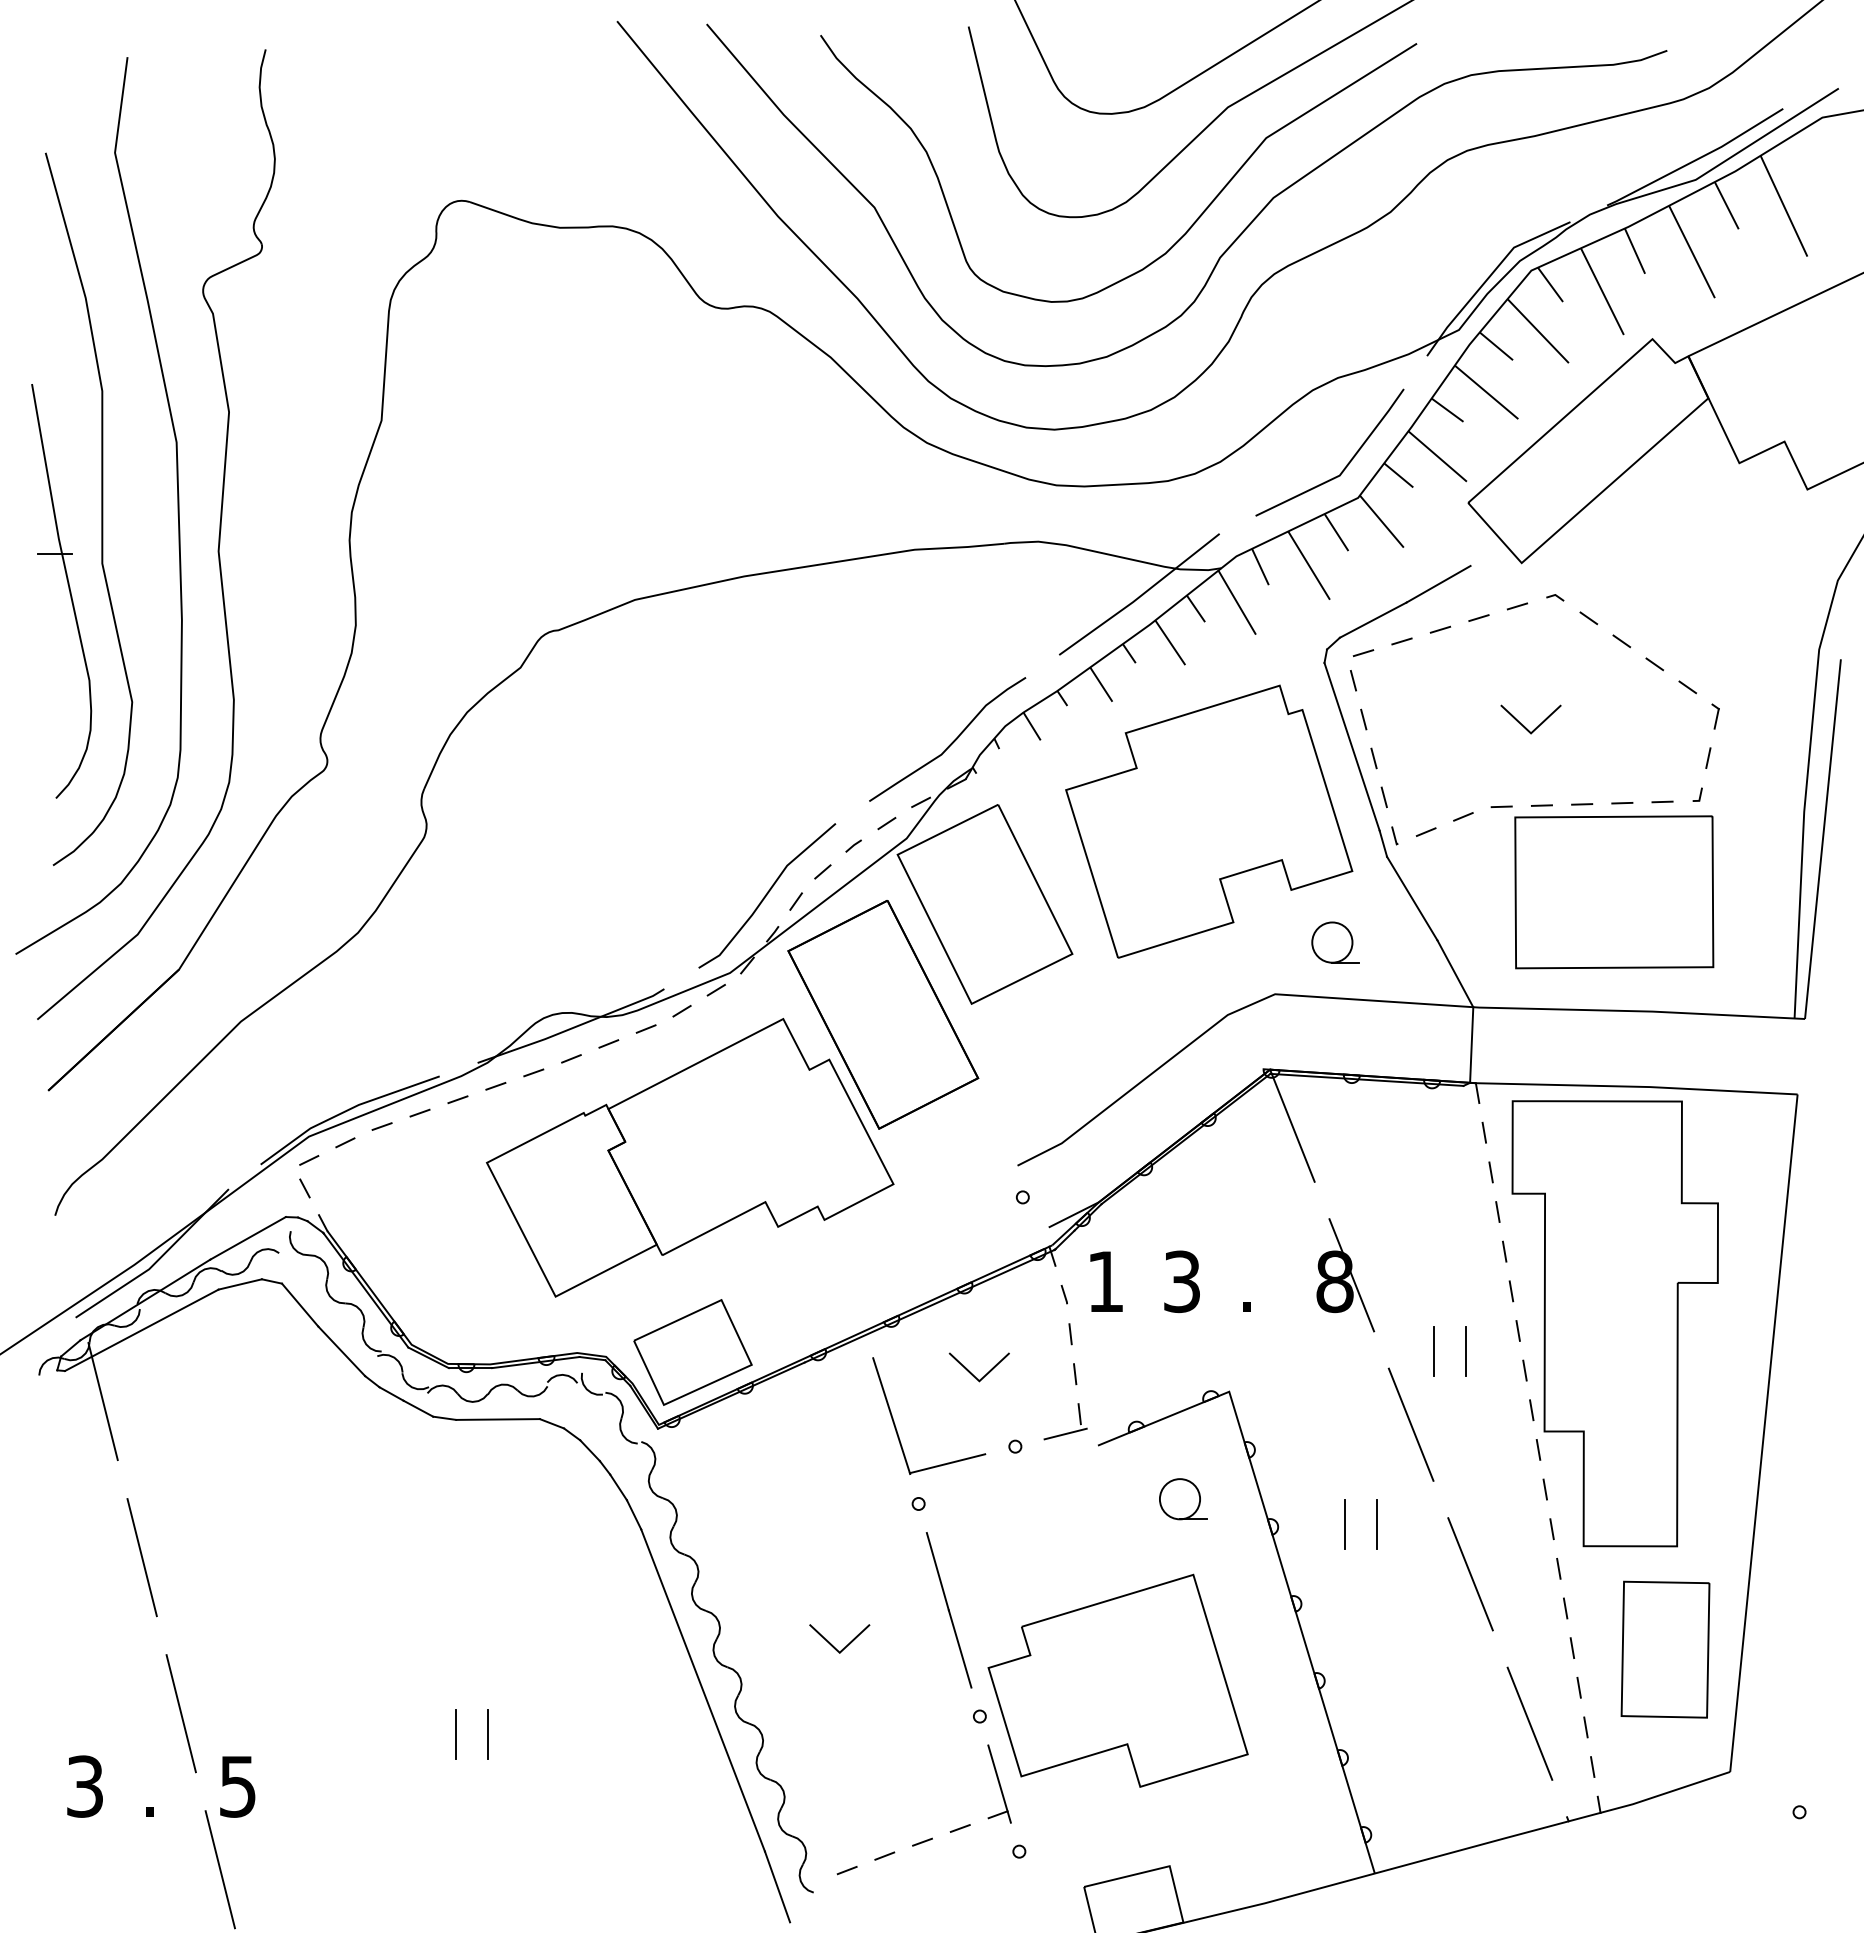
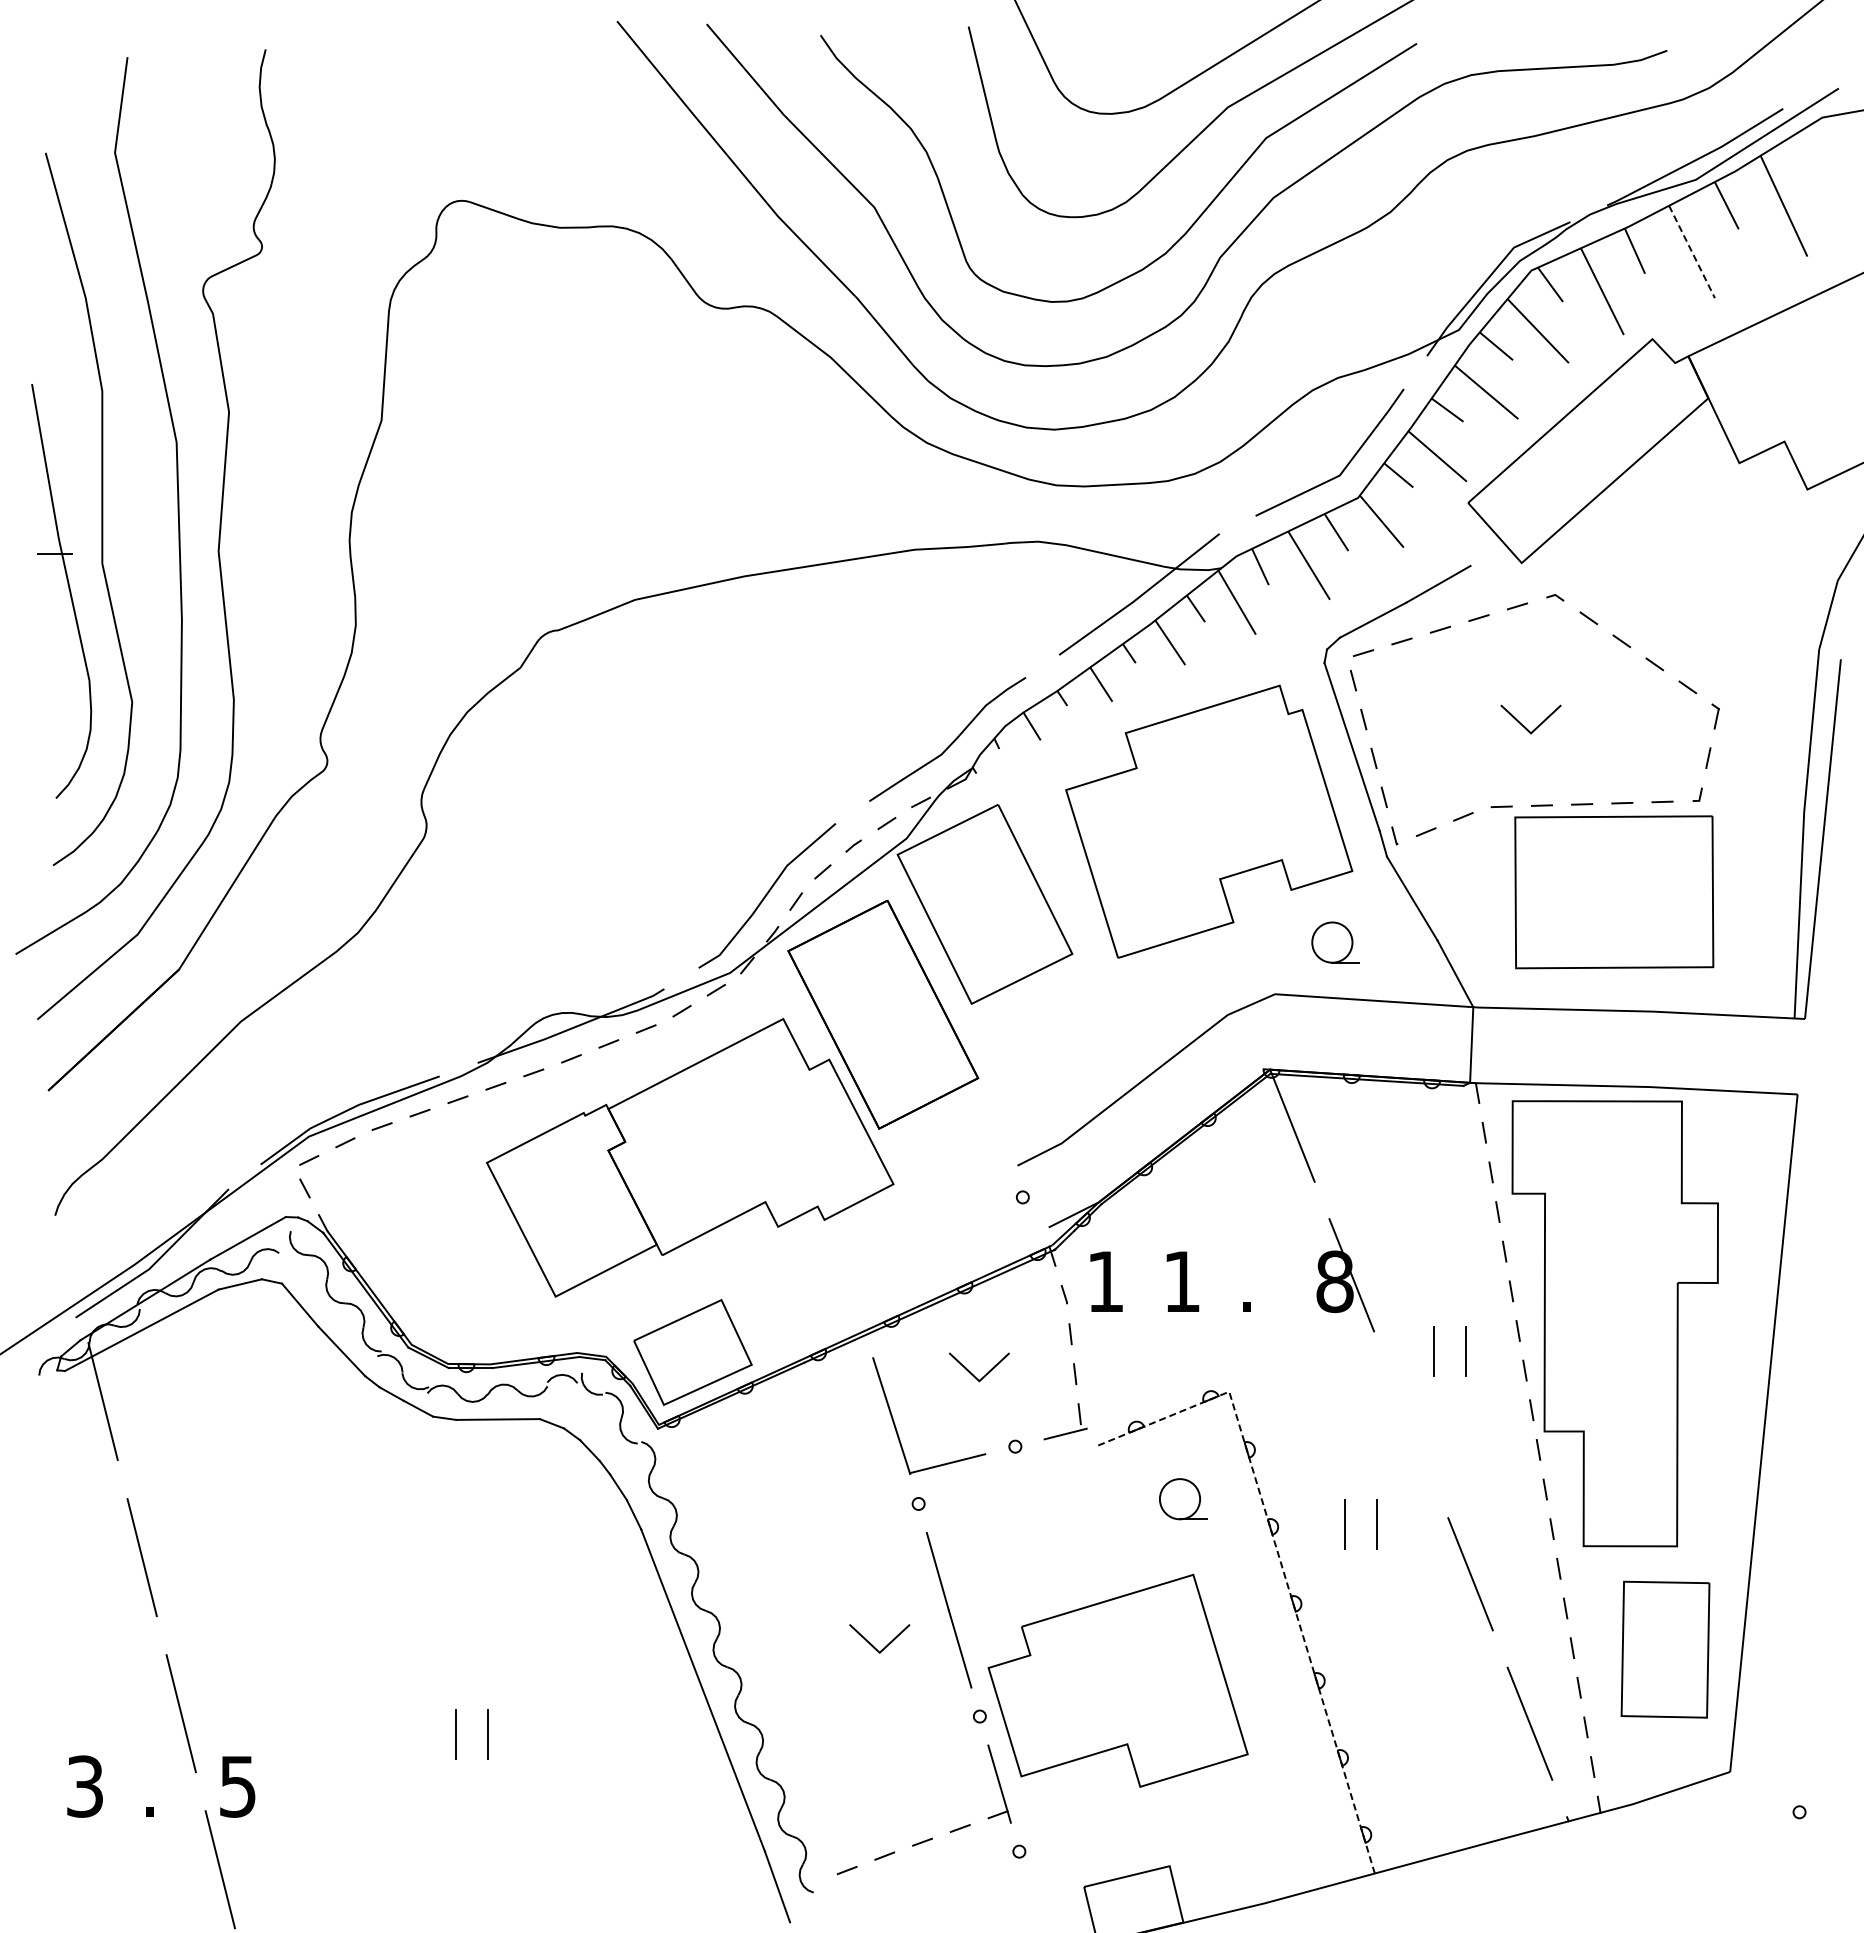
line at (1692, 251): solid -> dashed
text at (1181, 1281): 3 -> 1
line at (1410, 1424): present -> none
line at (1281, 1563): solid -> dashed
line at (832, 1644) position: (832, 1644) -> (872, 1644)
